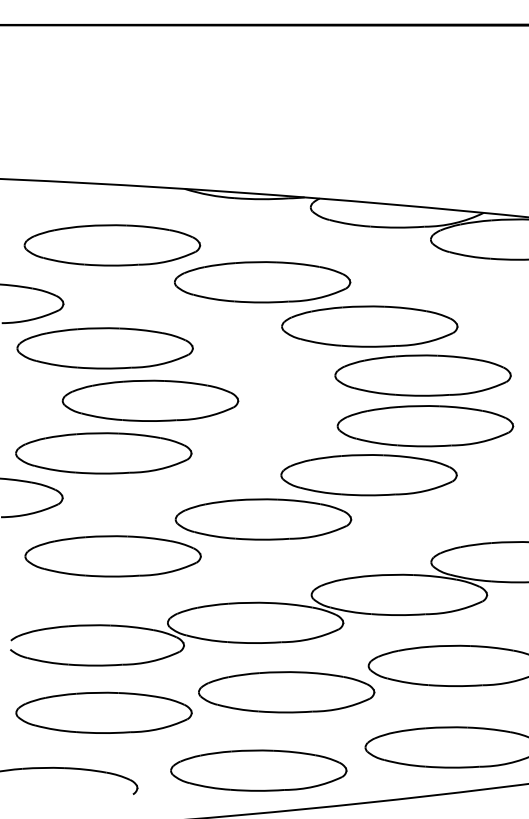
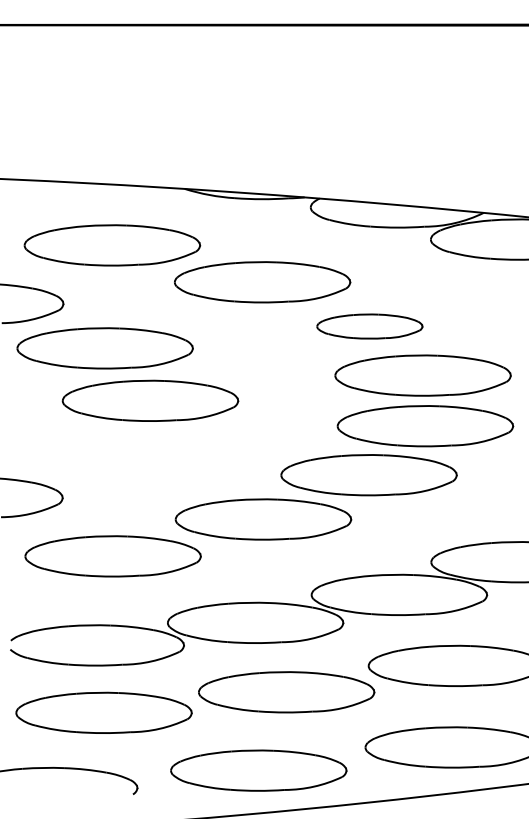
part at (369, 326) size: 178x43 px -> 108x27 px
part at (103, 453): present -> none
